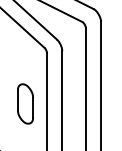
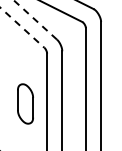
line at (35, 20): solid -> dashed
line at (22, 27): solid -> dashed
